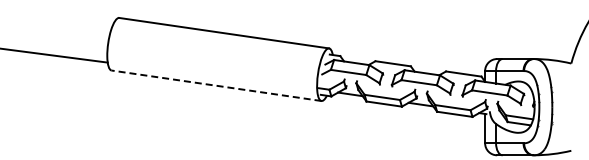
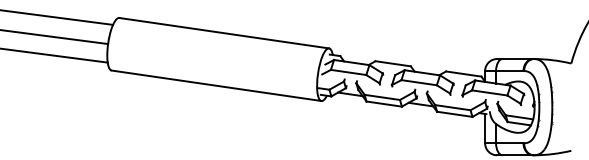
line at (57, 17): none -> present
line at (55, 37): none -> present
line at (216, 85): dashed -> solid
